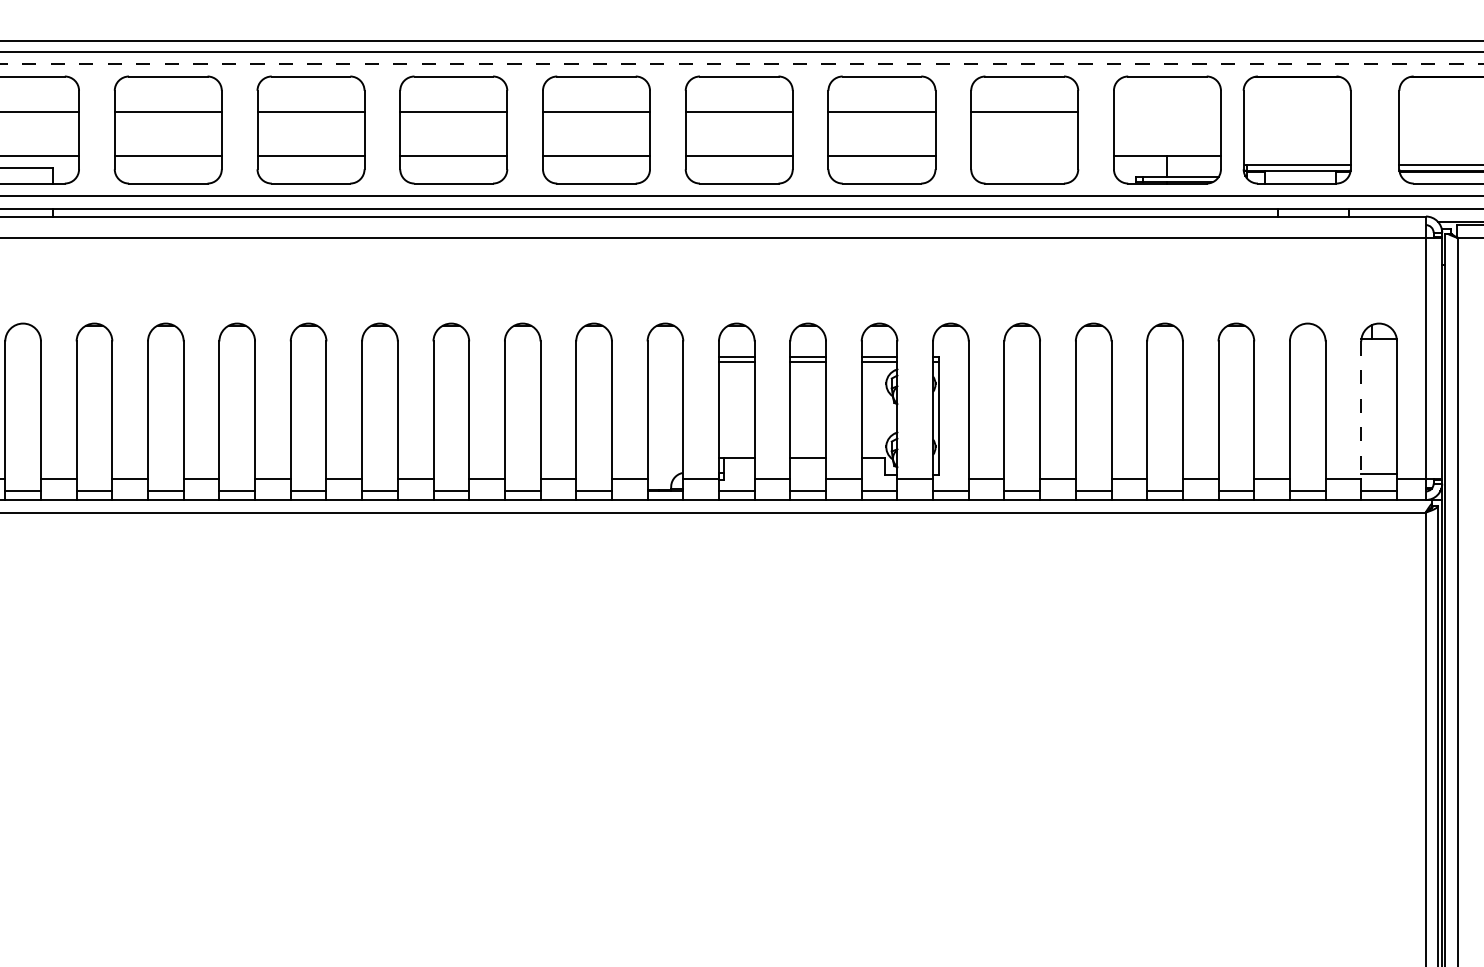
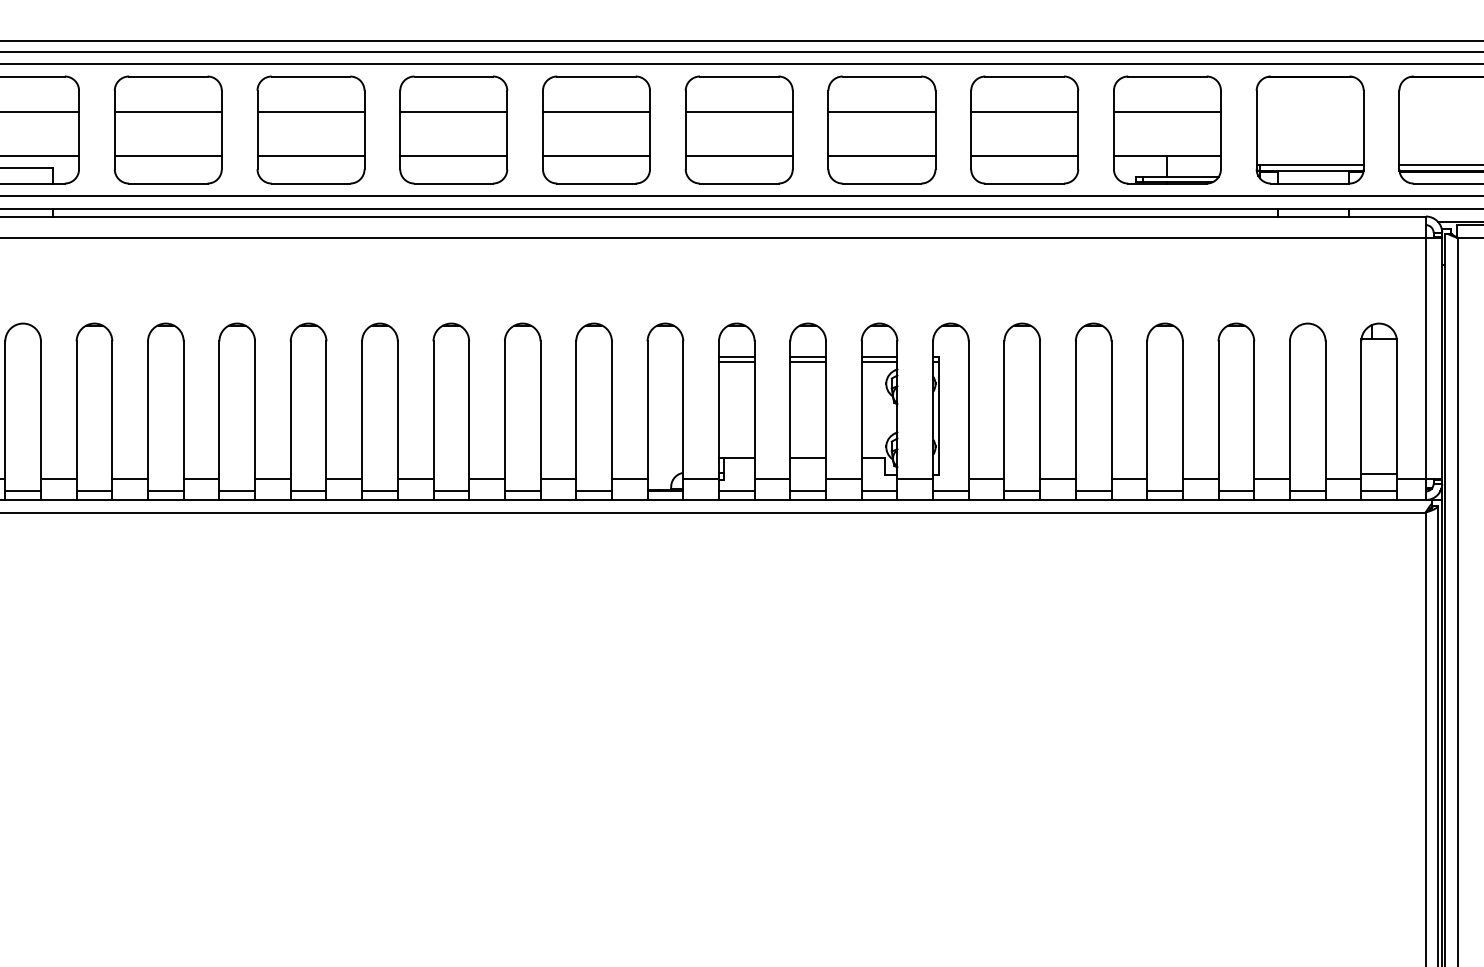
line at (741, 64): dashed -> solid
line at (1166, 112): none -> present
part at (1296, 129) position: (1296, 129) -> (1309, 129)
line at (1024, 155): none -> present
line at (1361, 410): dashed -> solid
